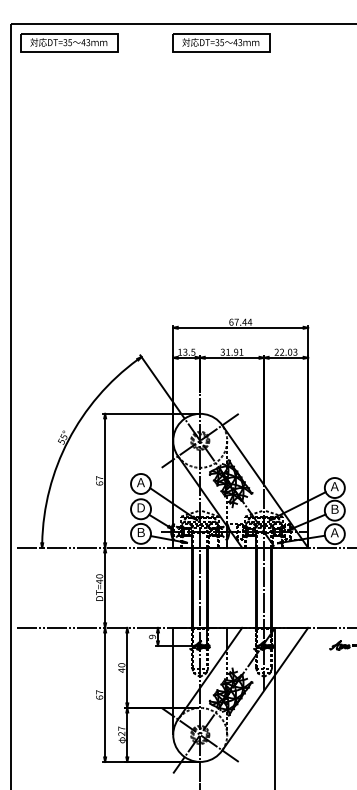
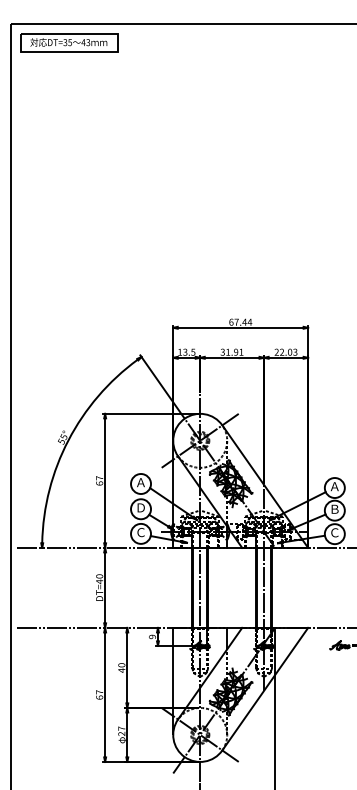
part at (221, 42): present -> none
text at (140, 532): Ｂ -> Ｃ
text at (334, 532): Ａ -> Ｃ
